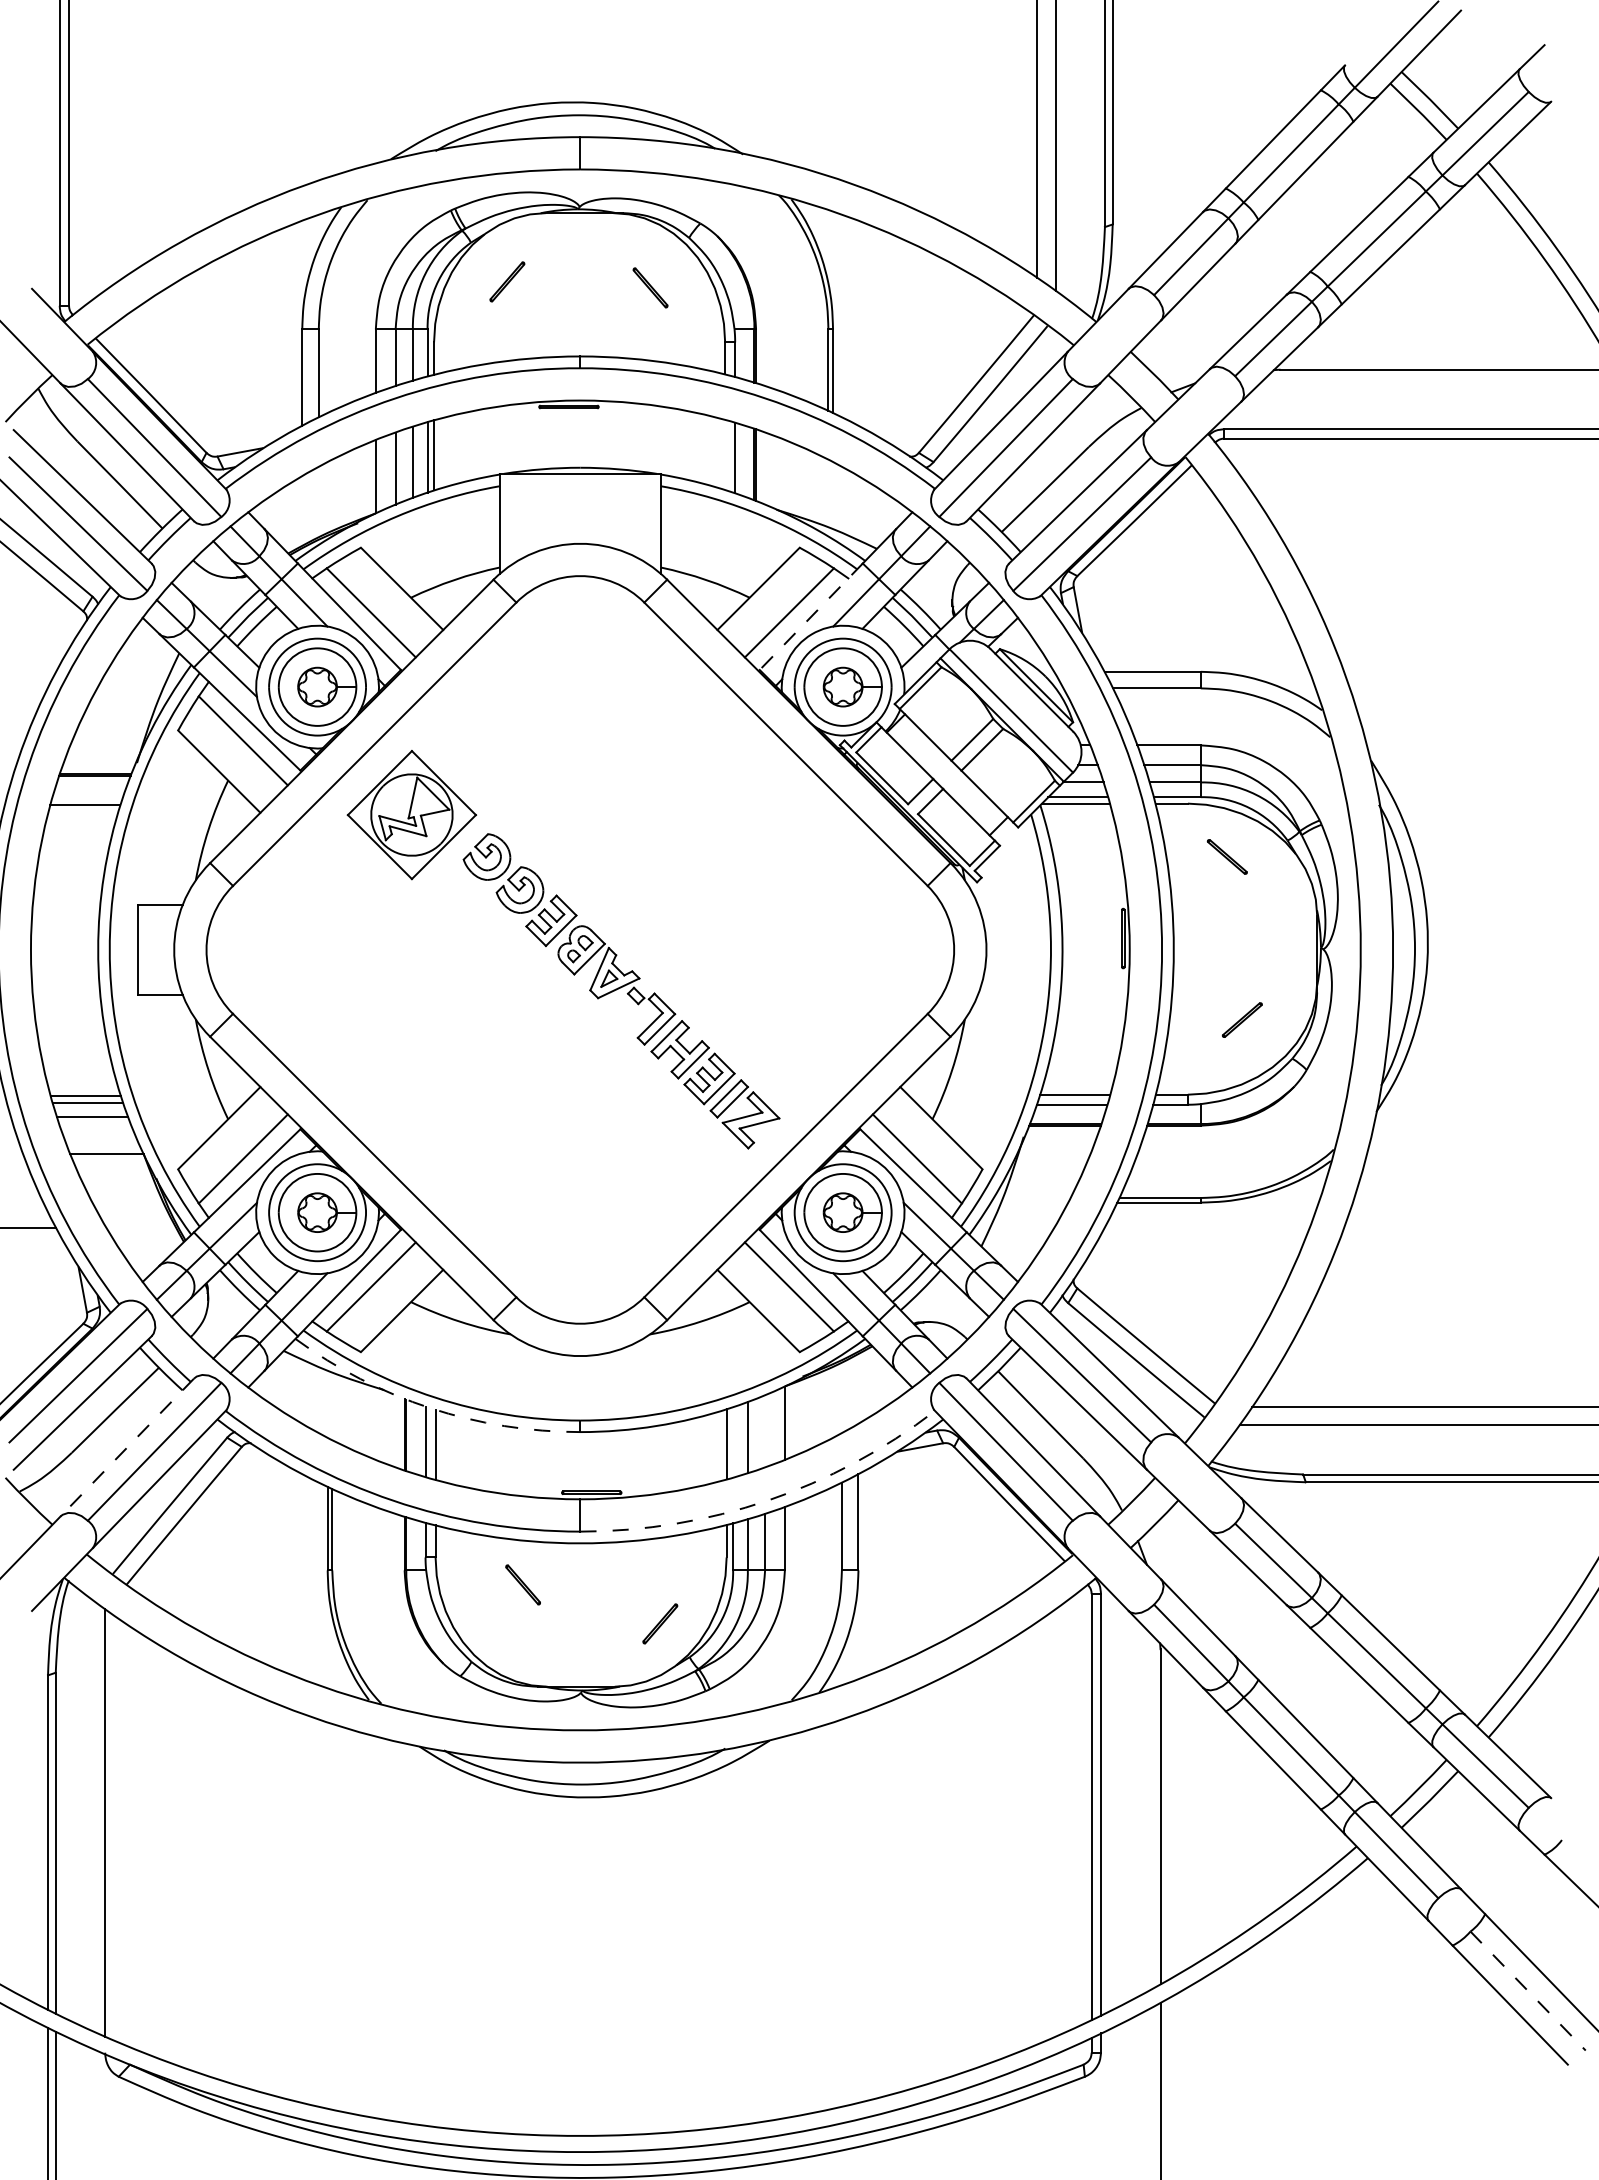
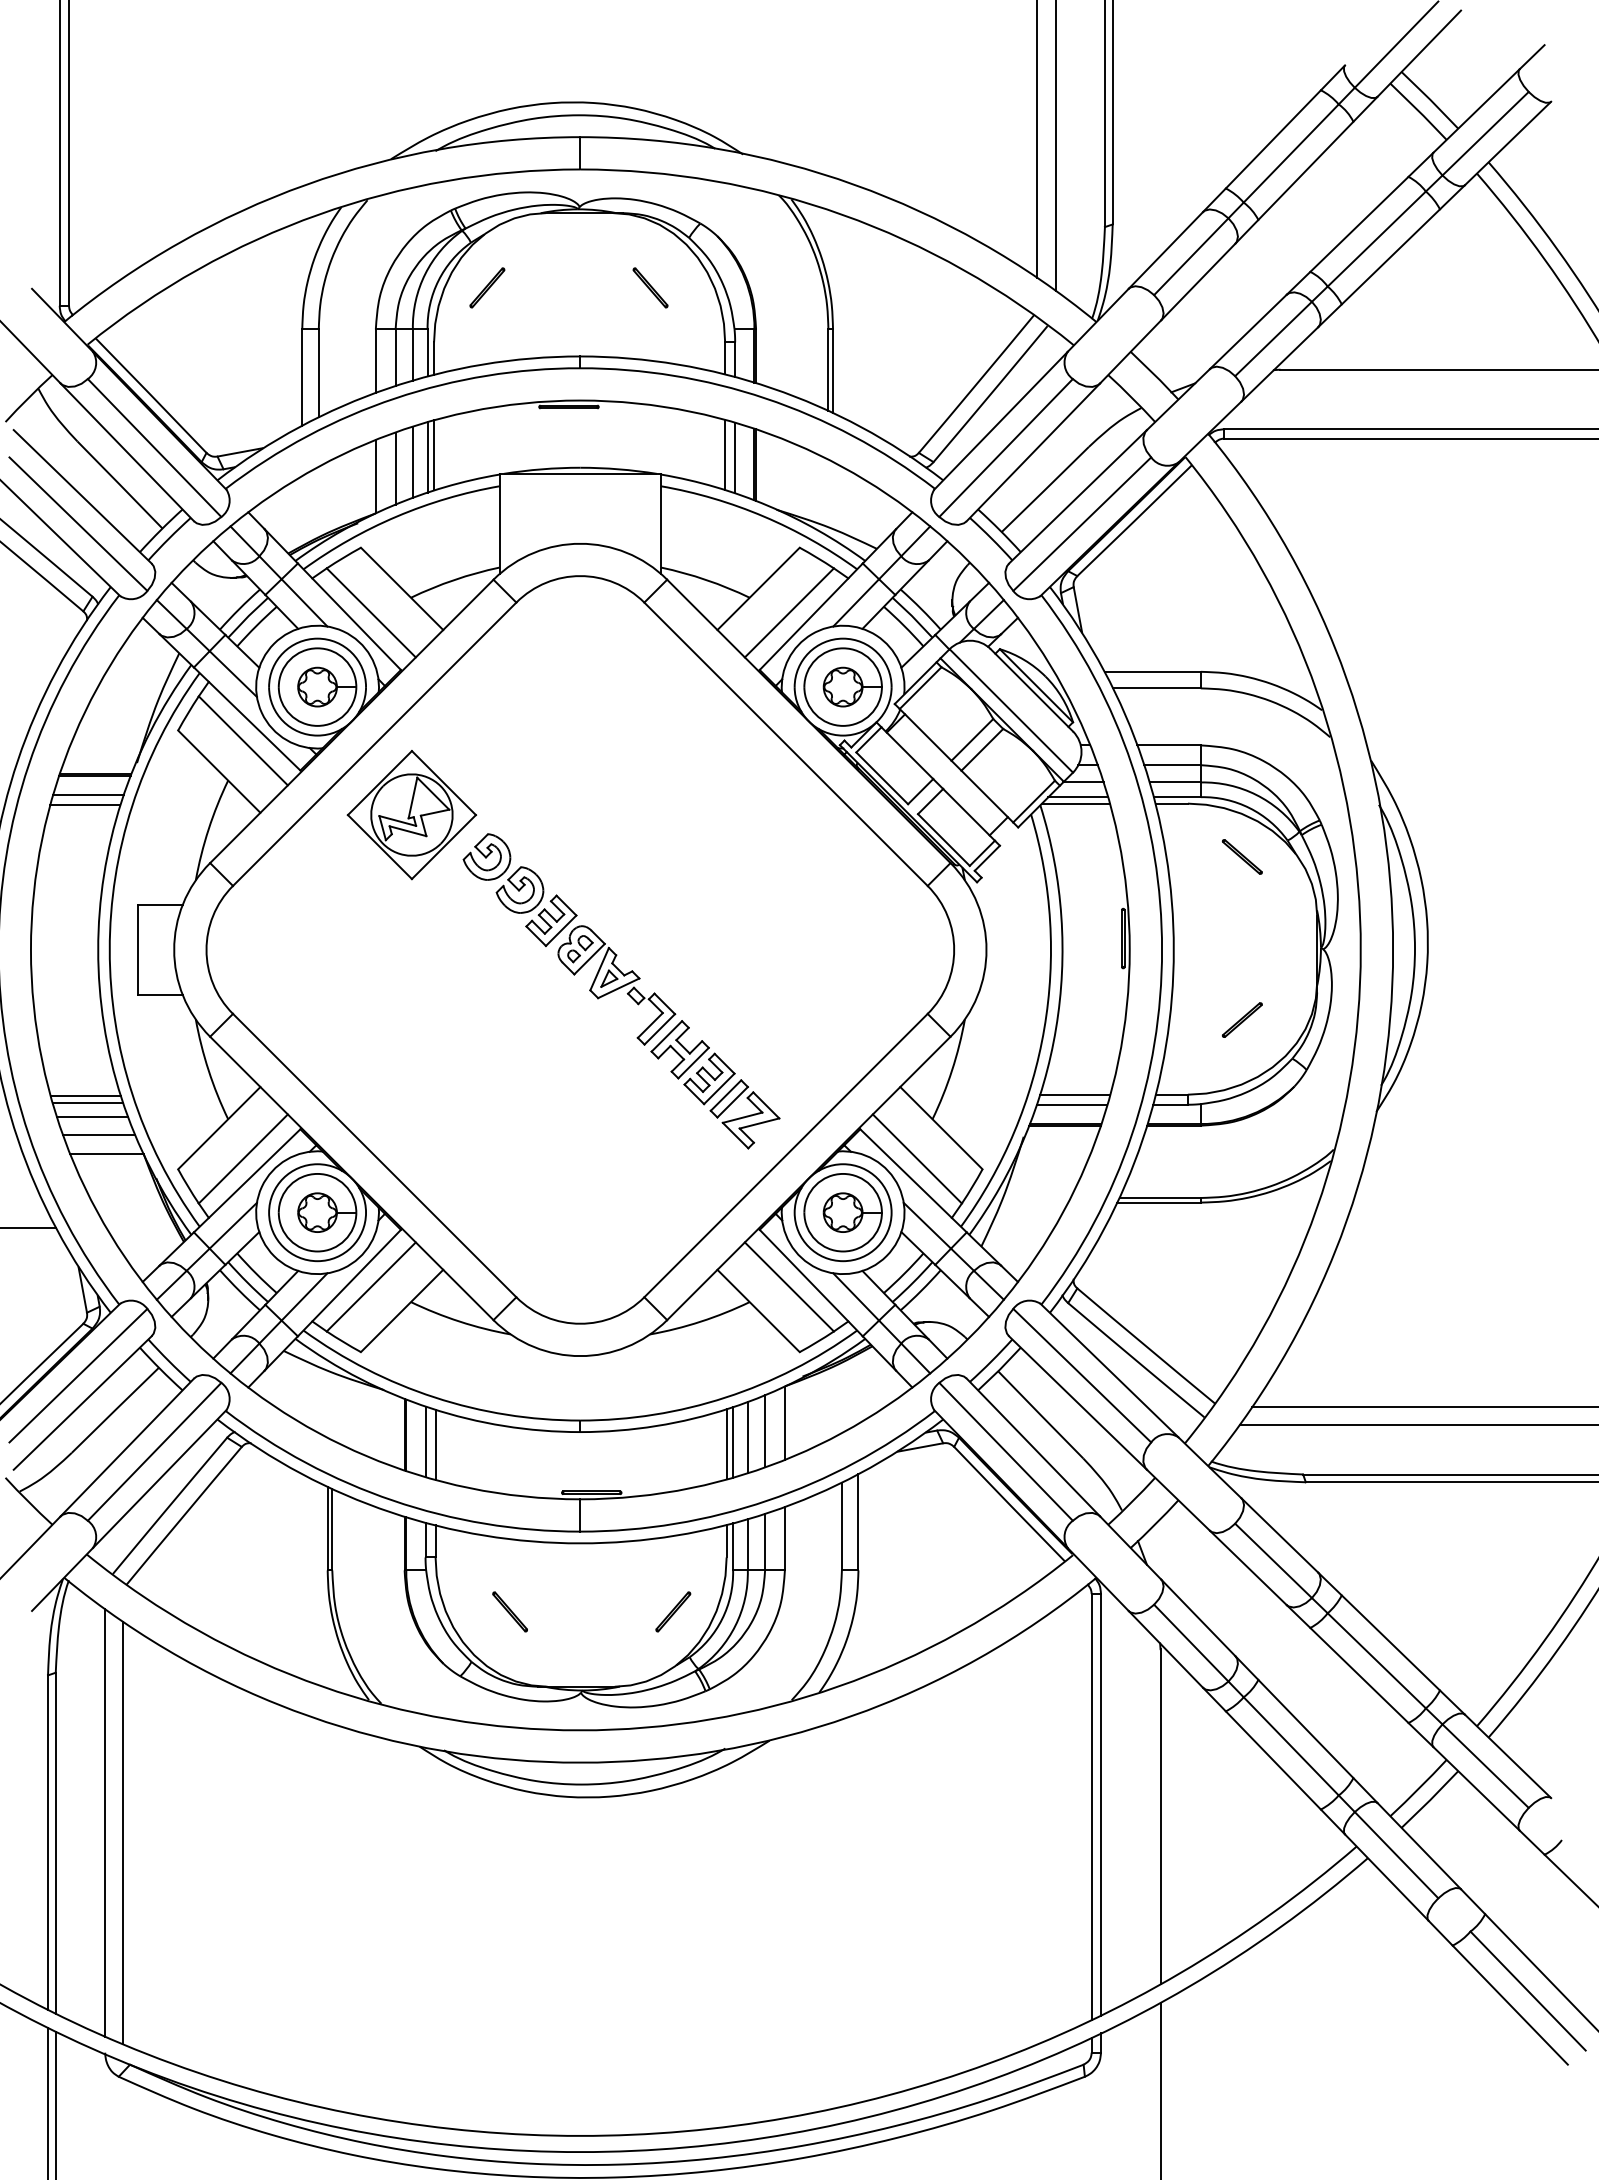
part at (507, 281) position: (507, 281) -> (487, 287)
line at (725, 454): none -> present
line at (810, 617): dashed -> solid
line at (88, 795): none -> present
part at (1226, 856) position: (1226, 856) -> (1241, 856)
line at (98, 1134): none -> present
arc at (430, 1408): dashed -> solid
line at (765, 1431): none -> present
line at (733, 1442): none -> present
line at (127, 1447): dashed -> solid
arc at (767, 1500): dashed -> solid
part at (522, 1584) position: (522, 1584) -> (509, 1611)
part at (660, 1623) position: (660, 1623) -> (673, 1611)
line at (123, 1832): none -> present
line at (1528, 1991): dashed -> solid
